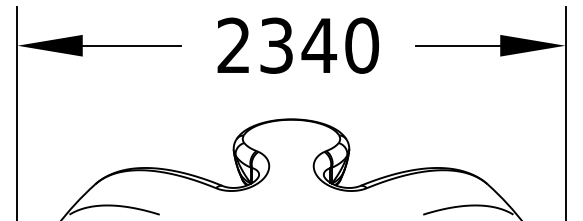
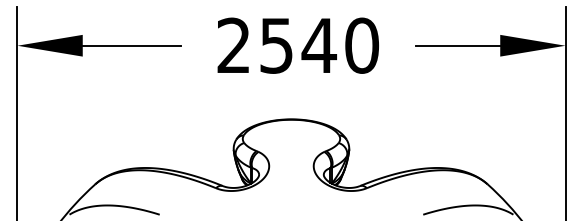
text at (276, 45): 2340 -> 2540
